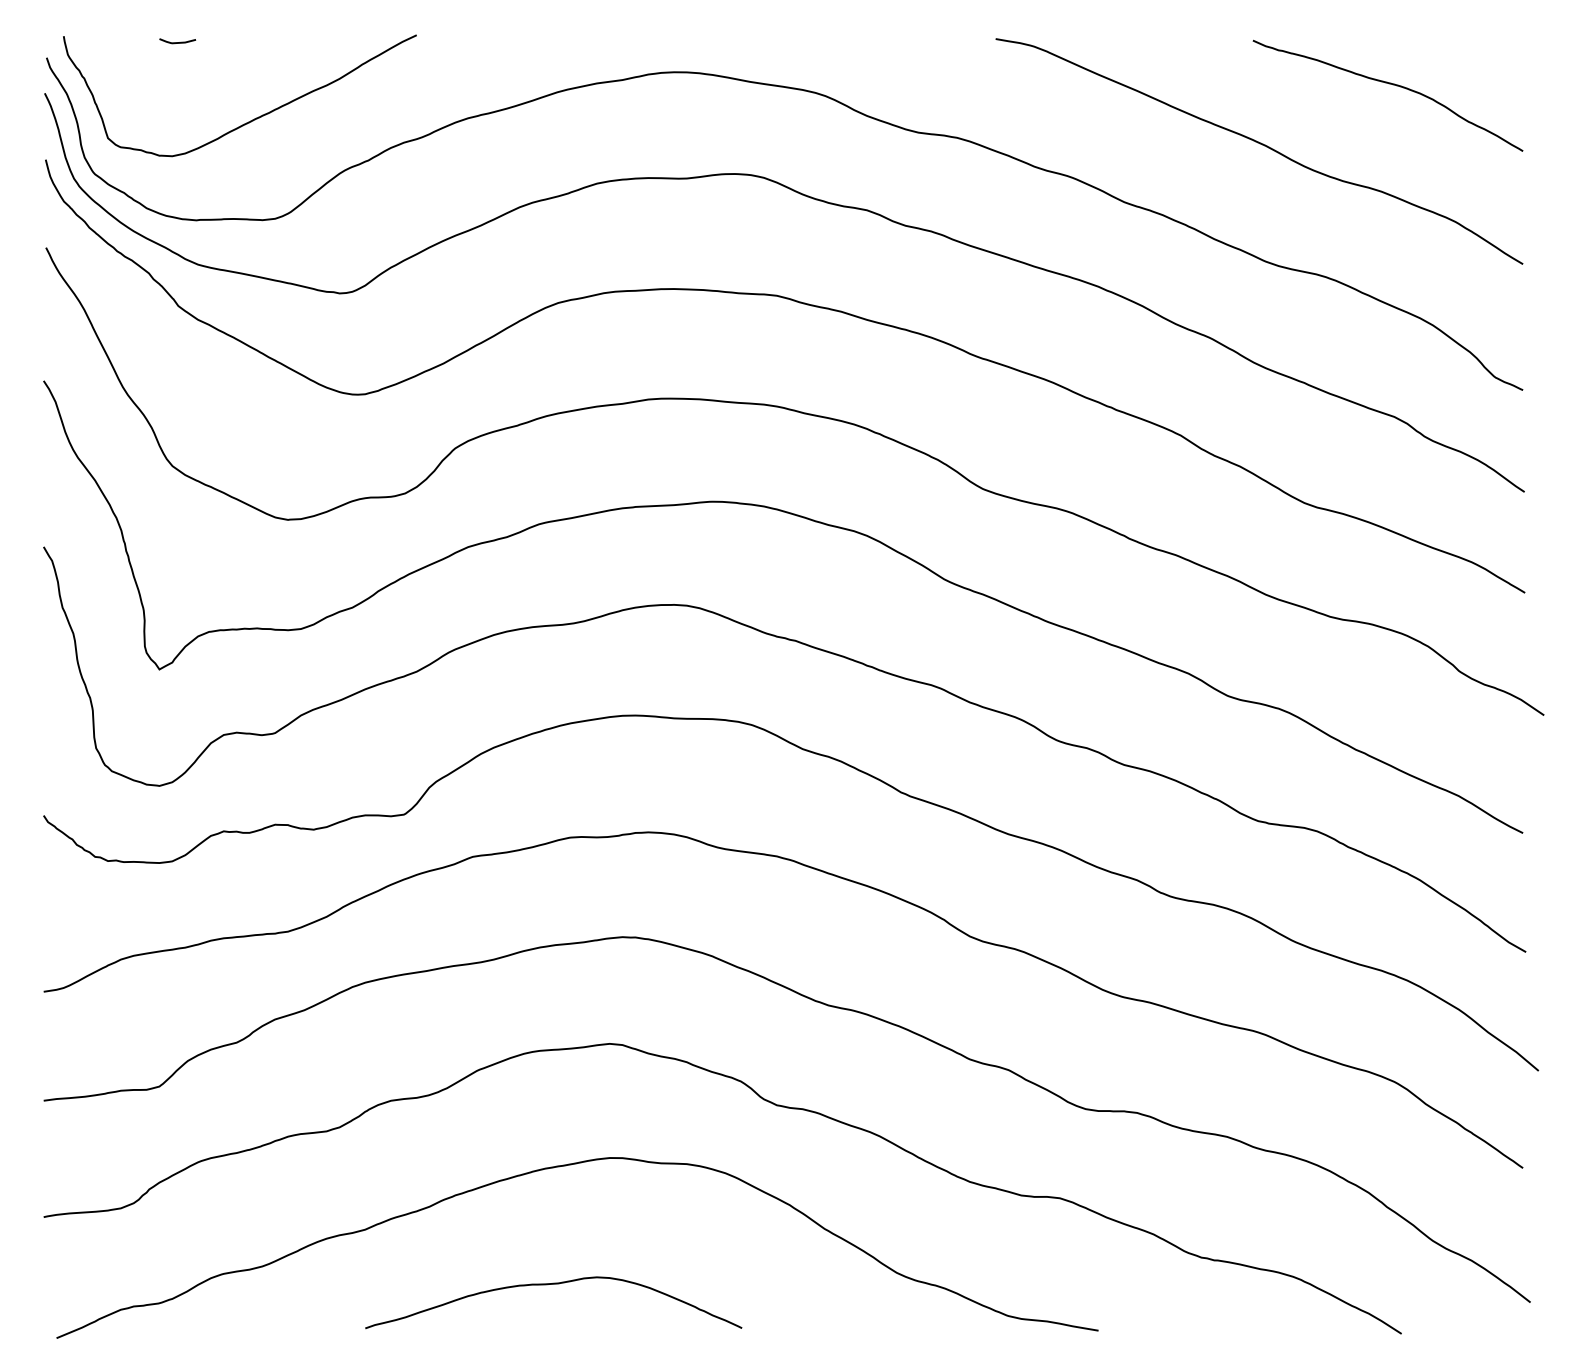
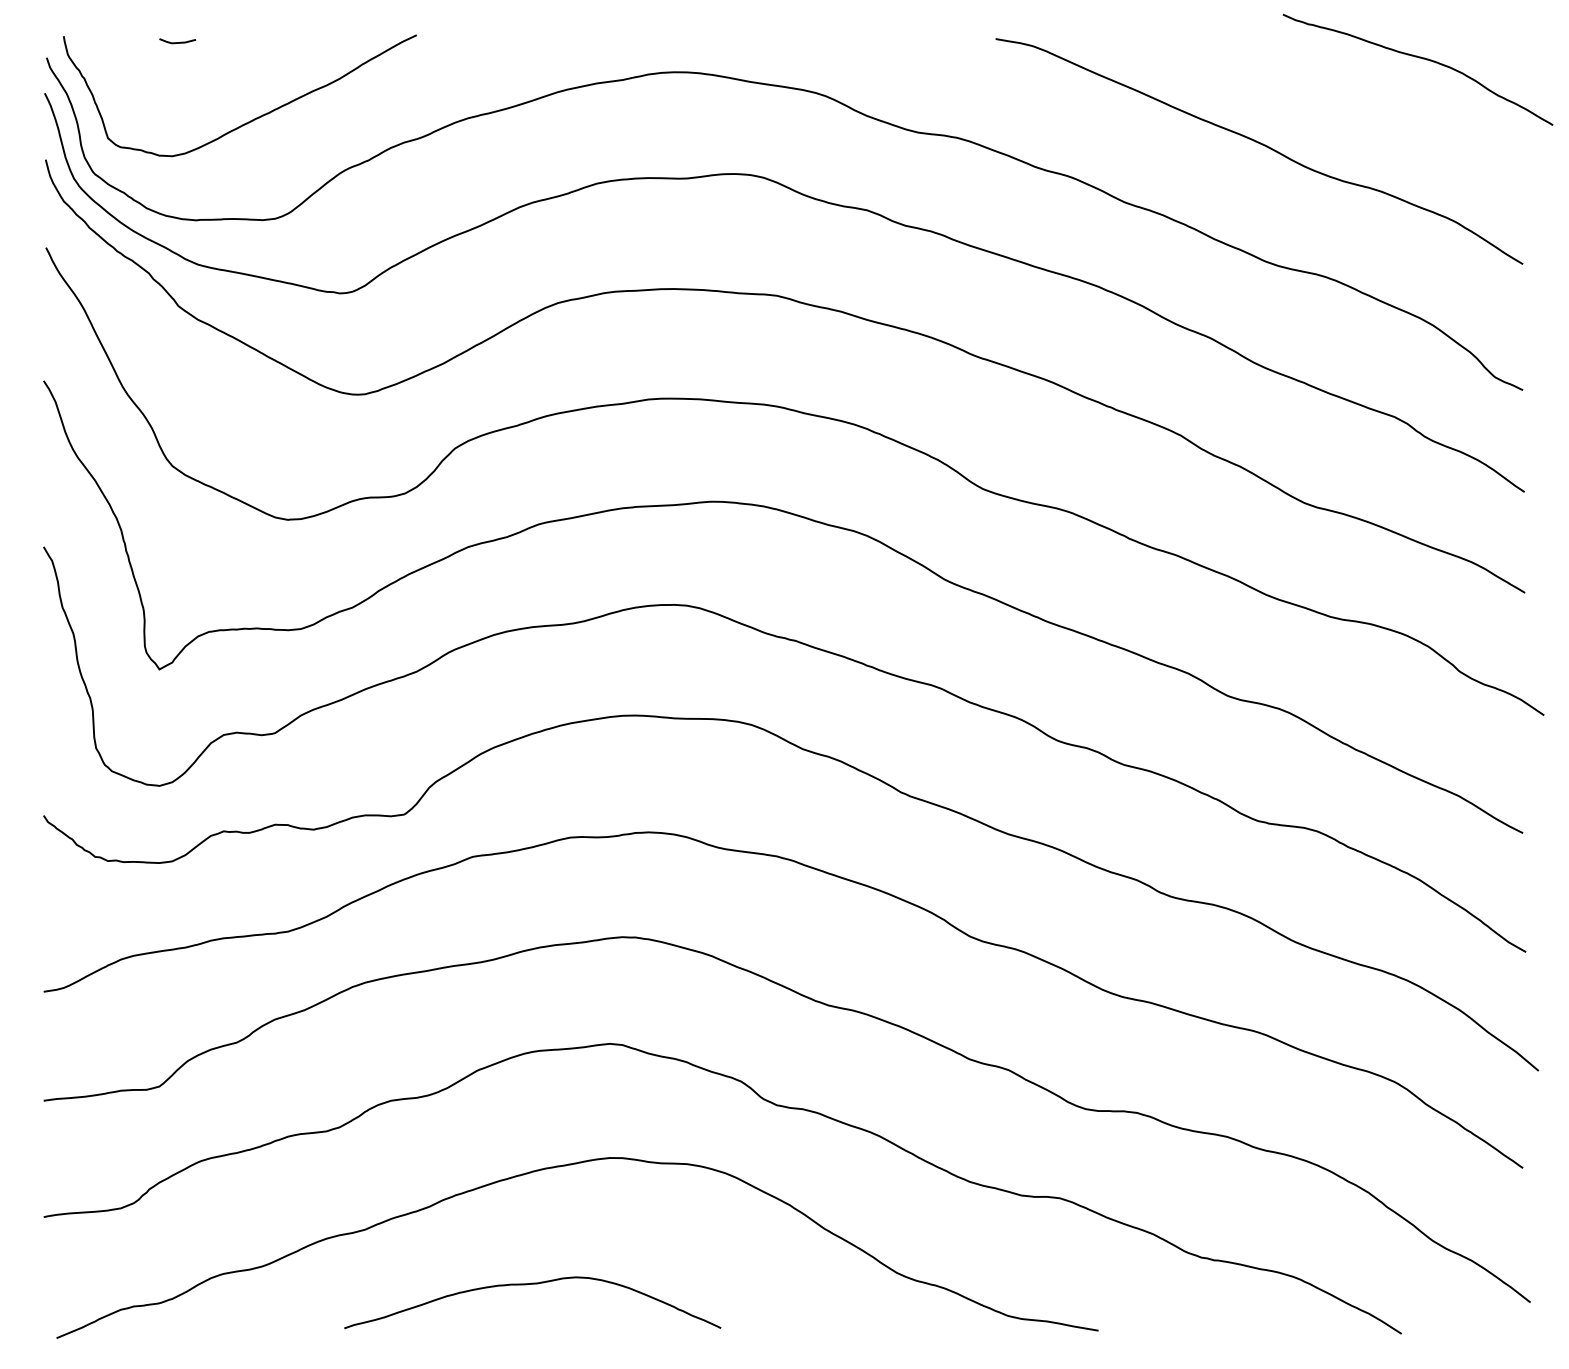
curve at (1389, 84) position: (1389, 84) -> (1419, 58)
curve at (553, 1284) position: (553, 1284) -> (532, 1284)
